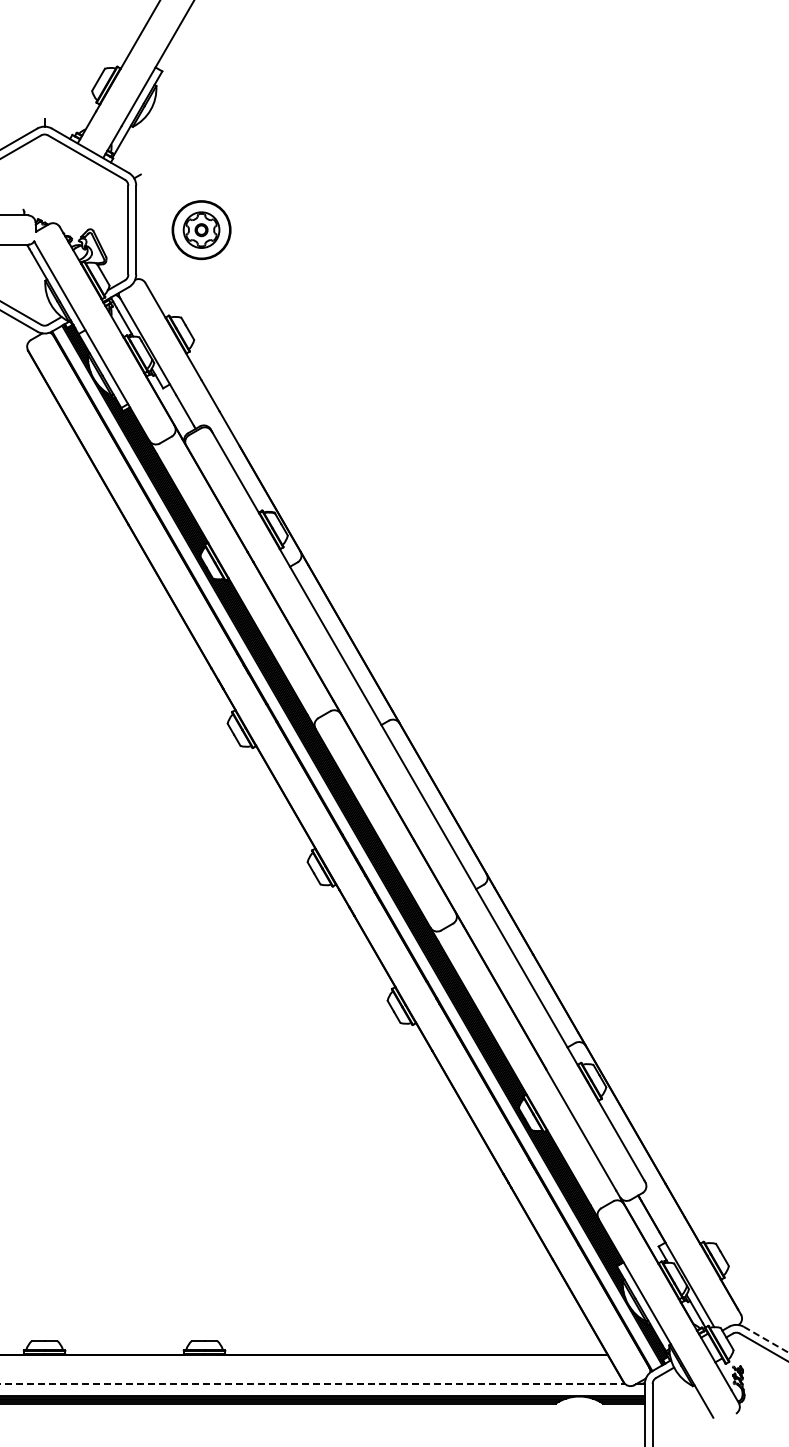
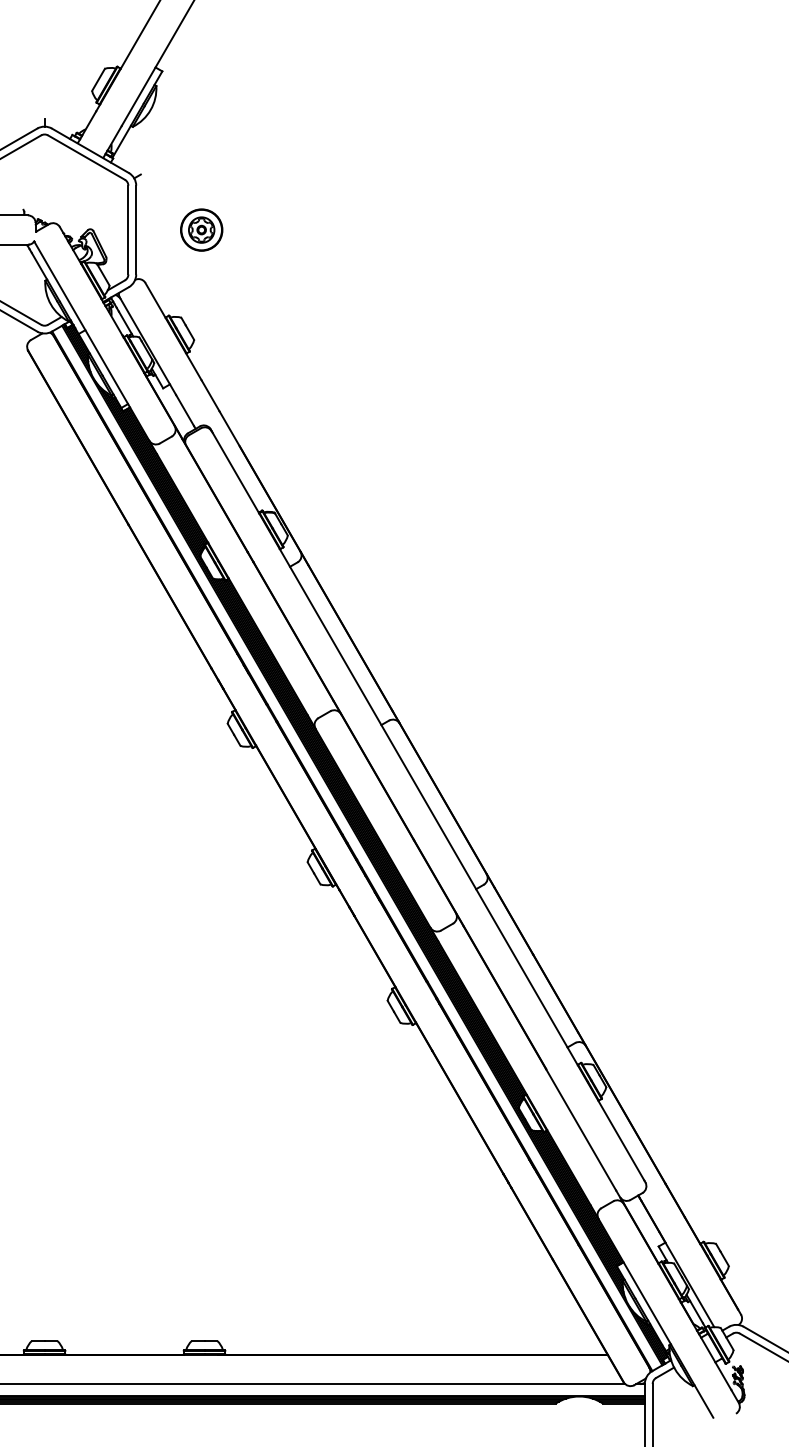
part at (201, 230) size: 61x61 px -> 44x44 px
line at (766, 1339): dashed -> solid
line at (313, 1384): dashed -> solid
